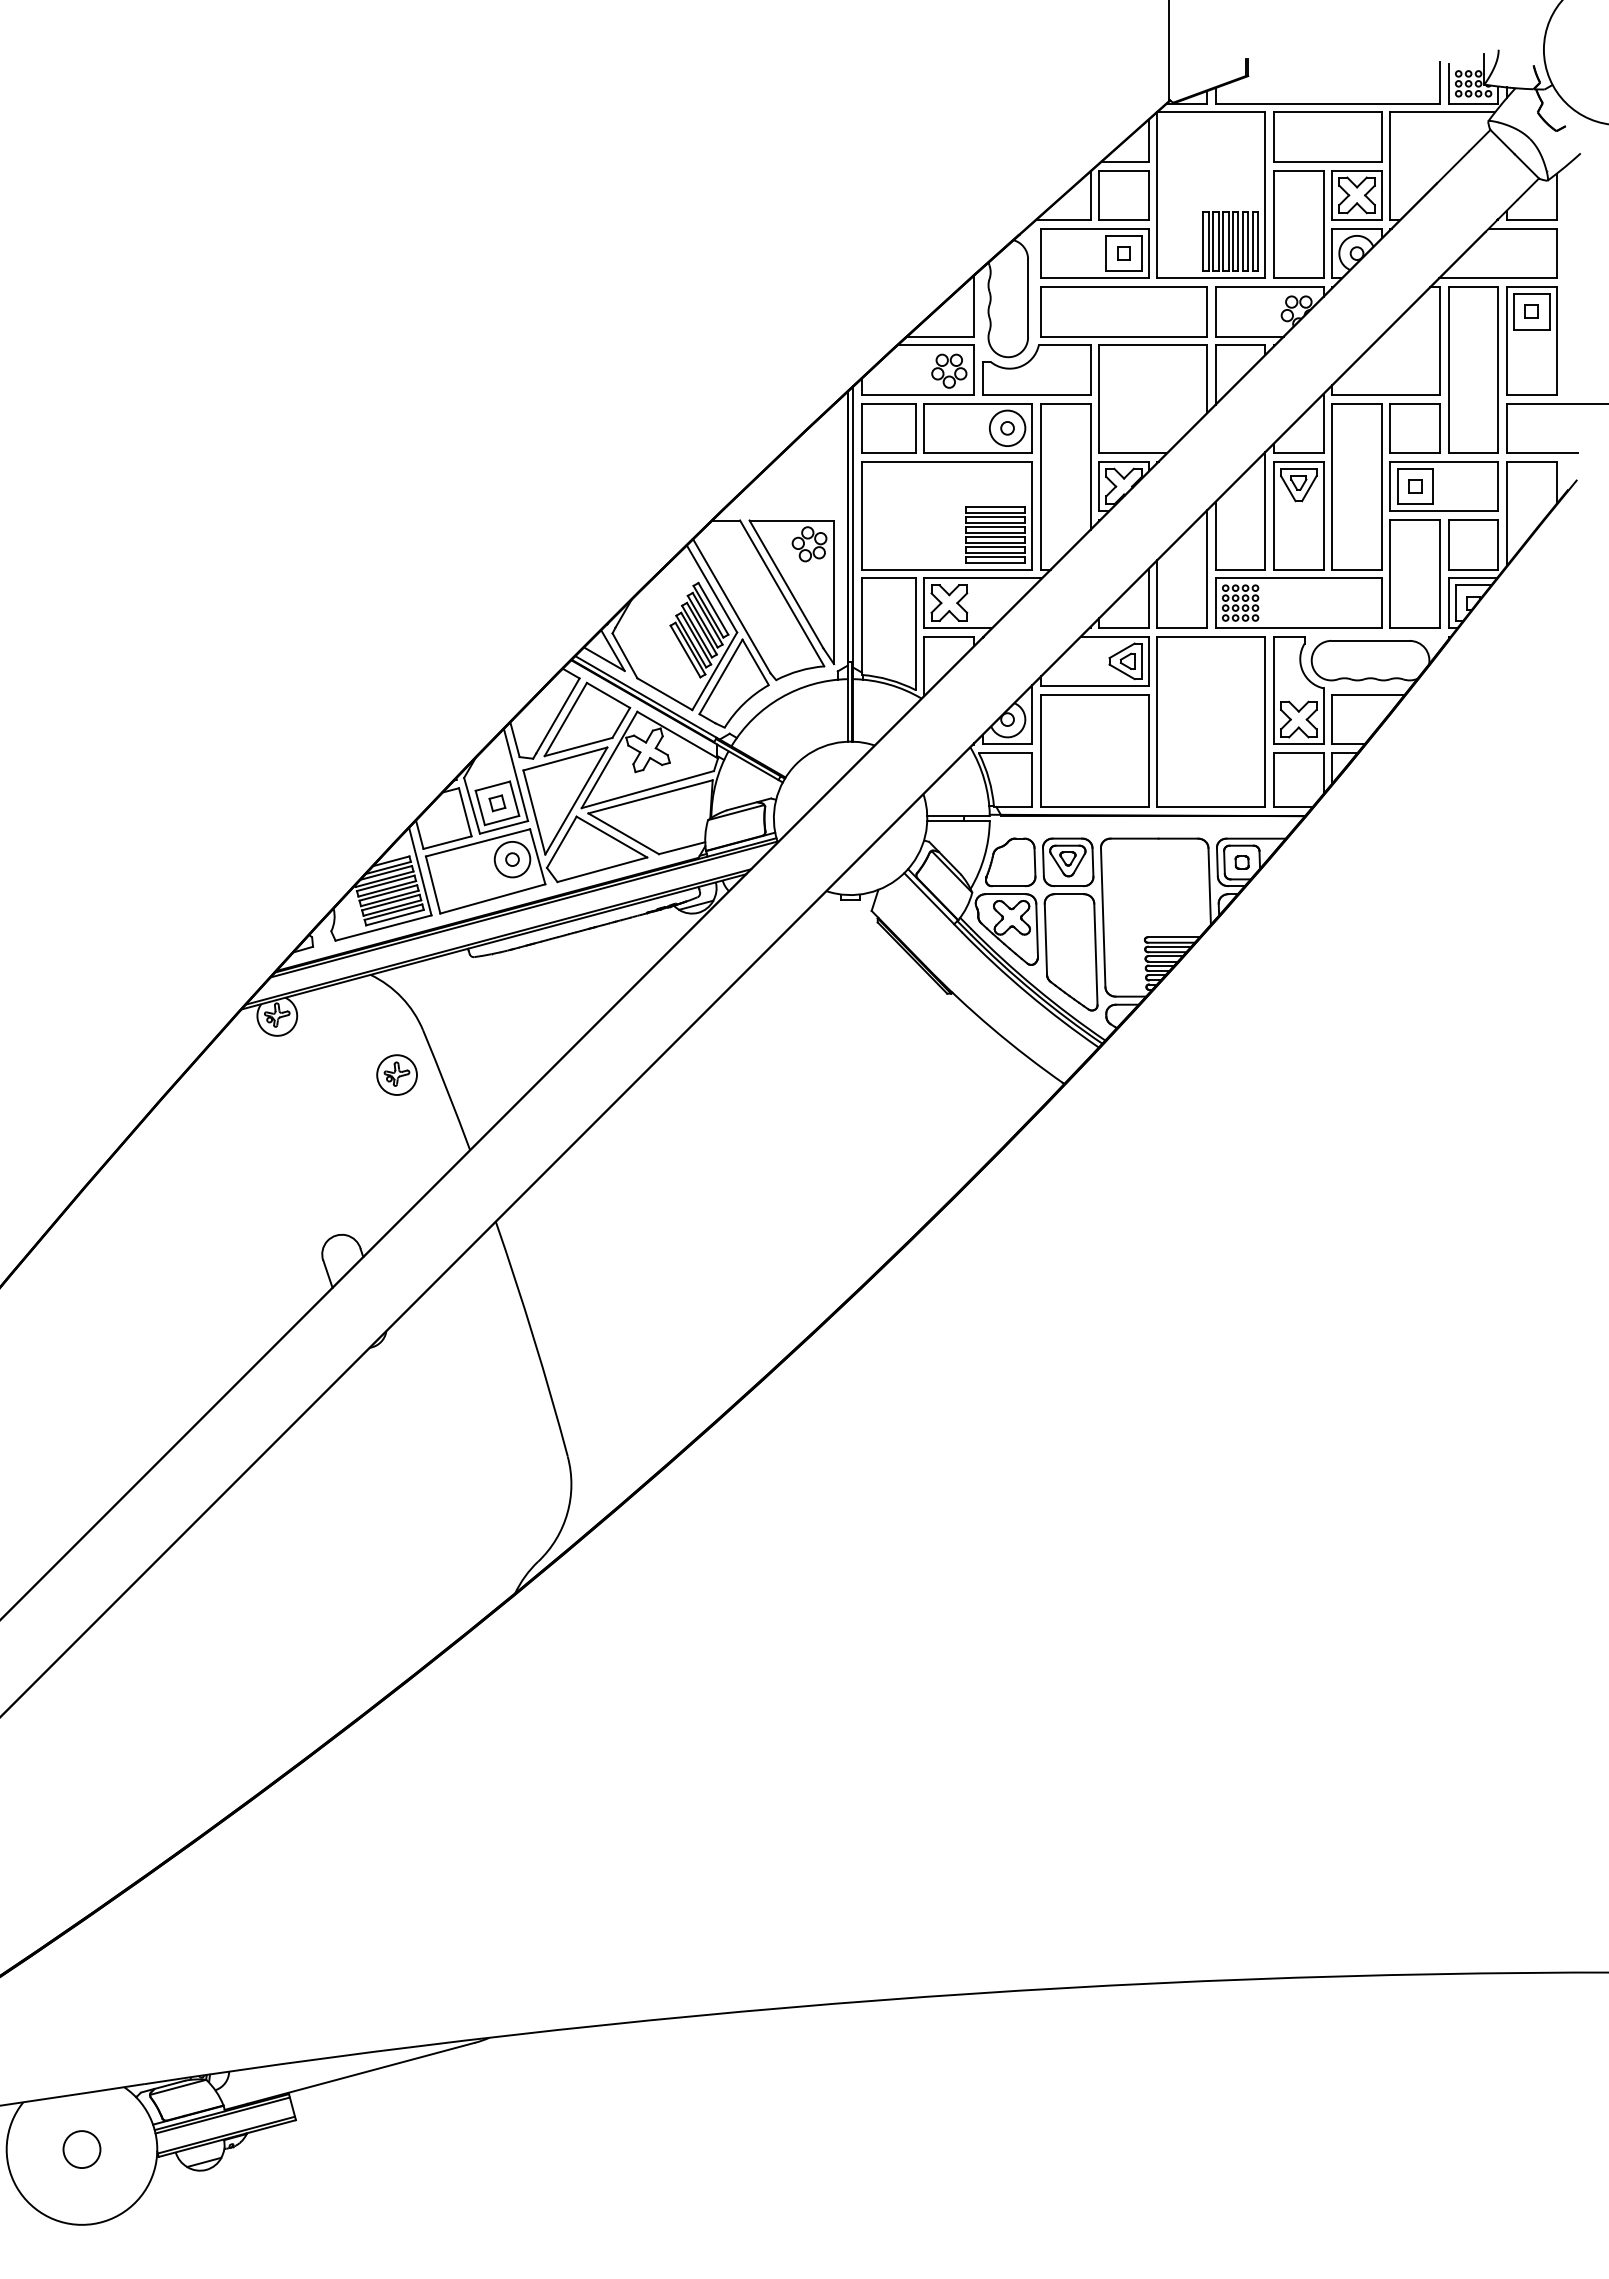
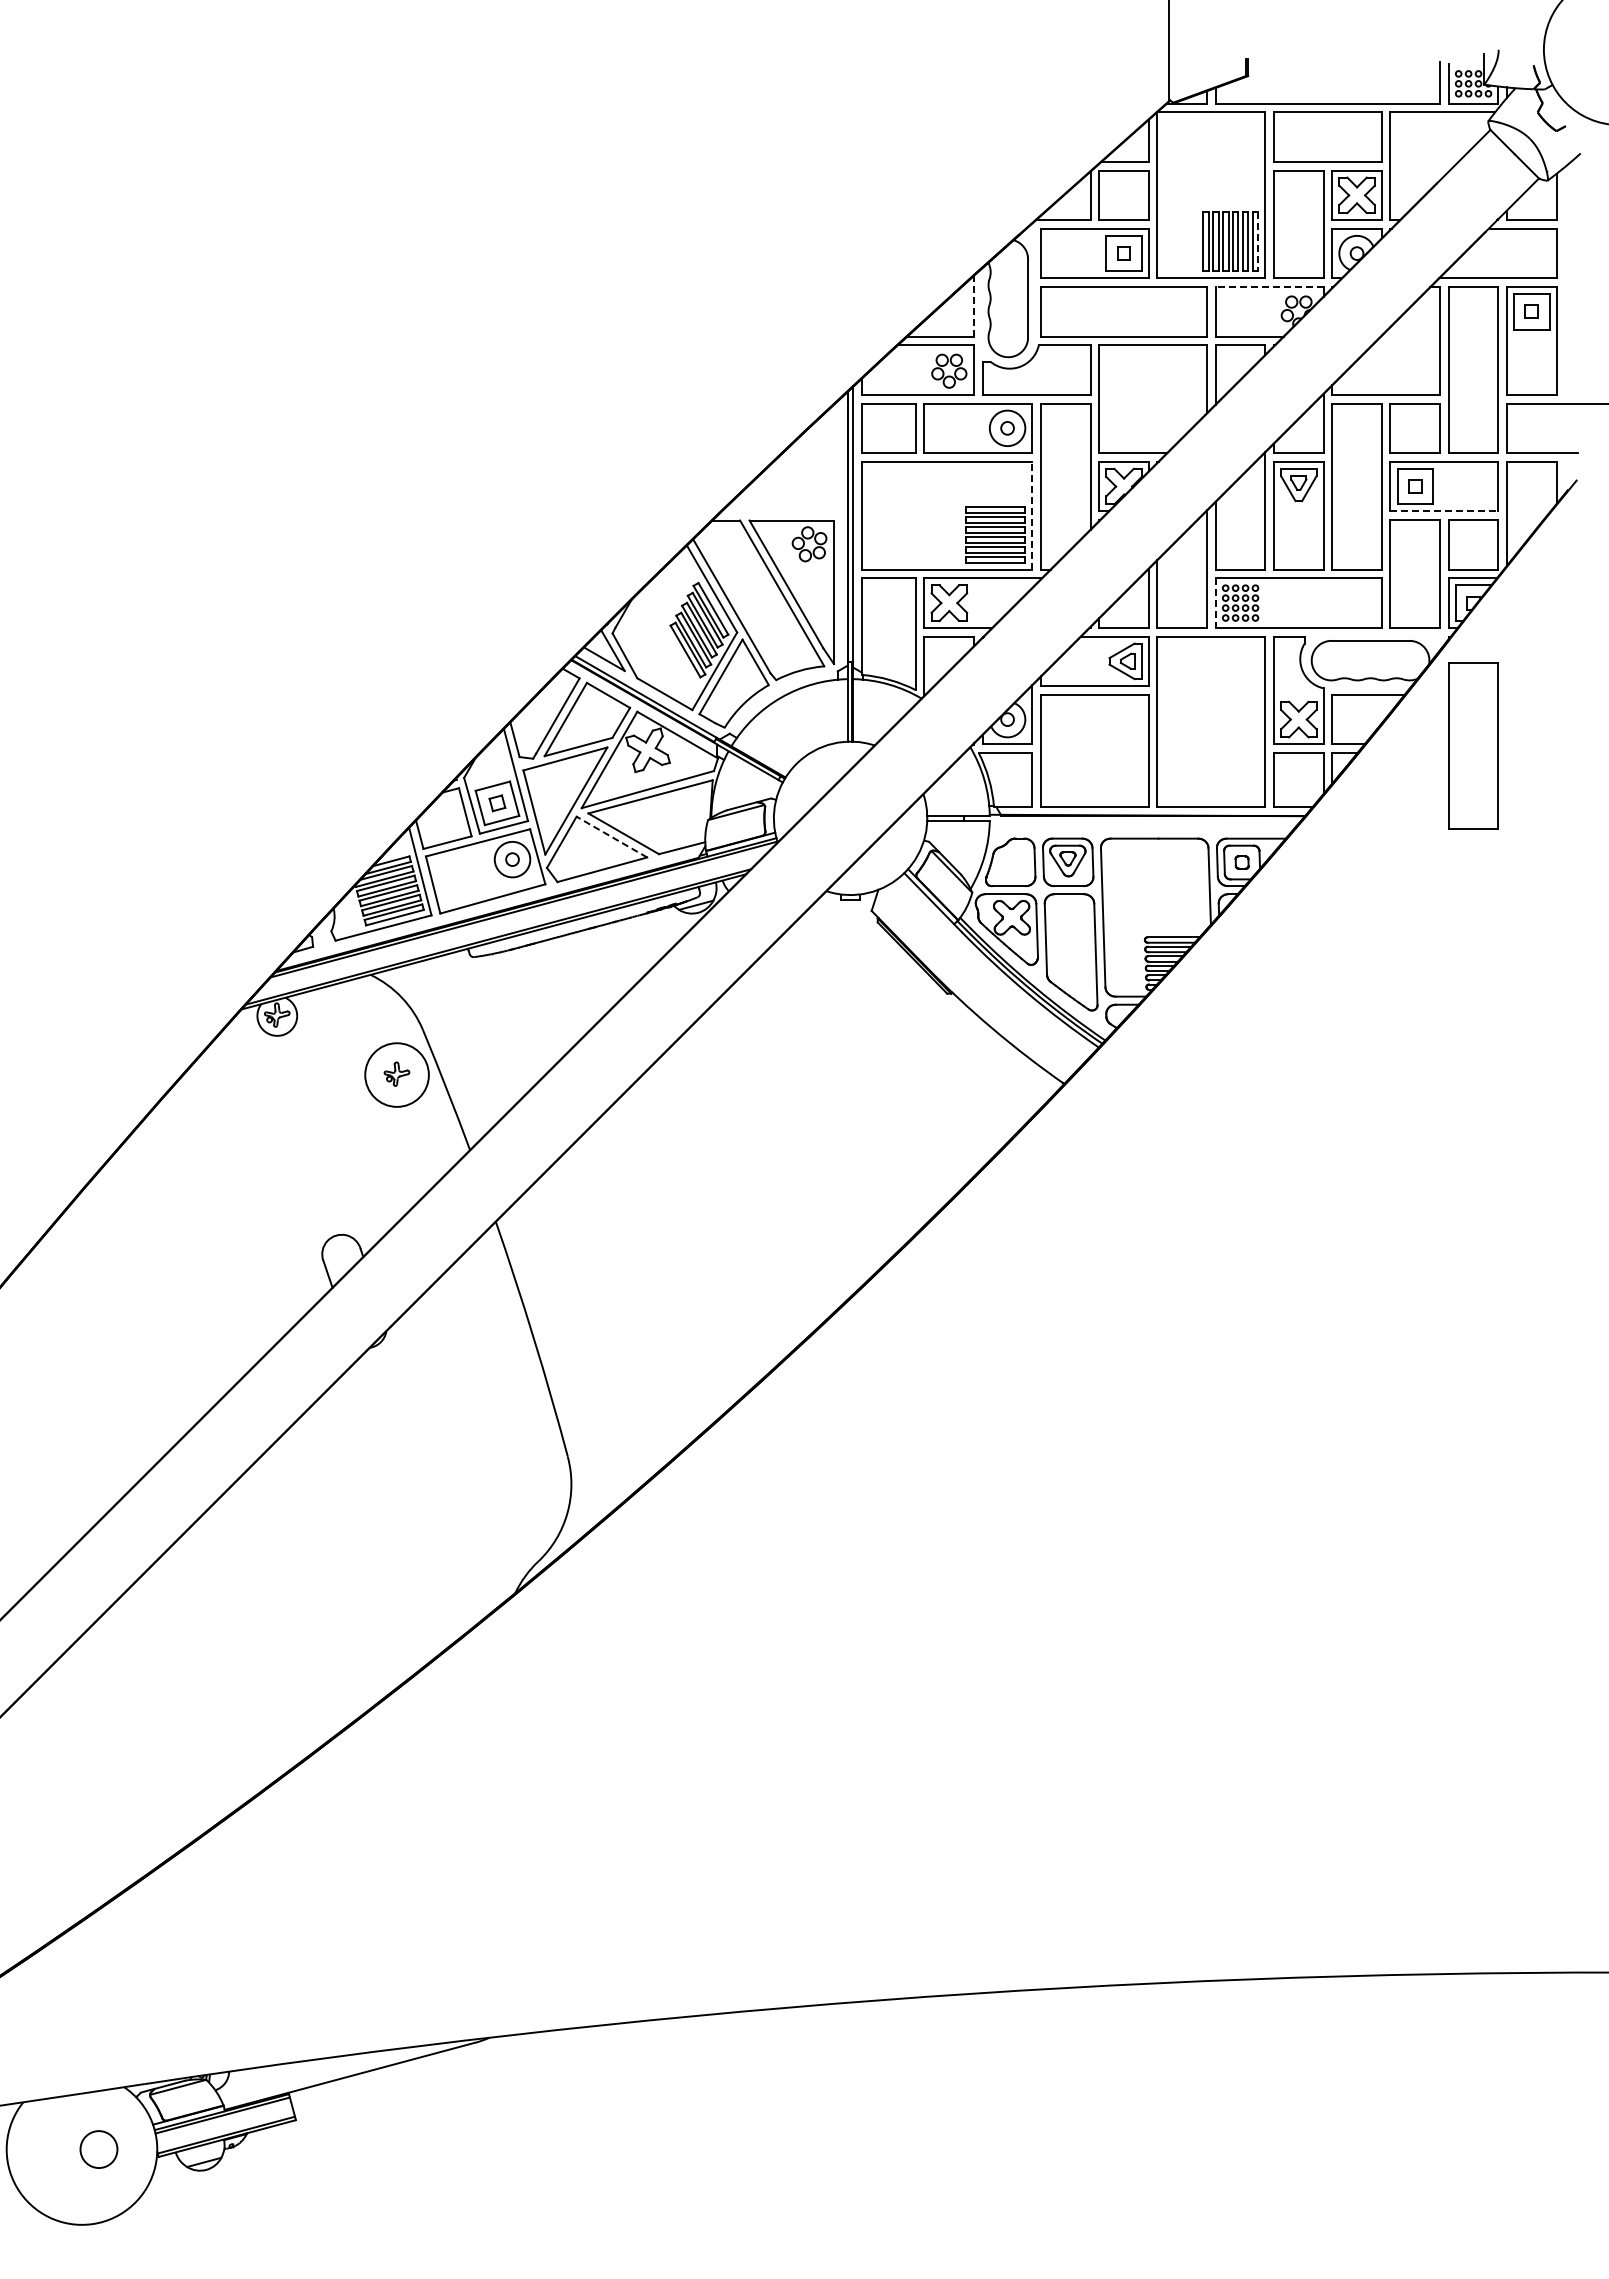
line at (1258, 241): solid -> dashed
line at (1269, 287): solid -> dashed
line at (974, 306): solid -> dashed
line at (1444, 511): solid -> dashed
line at (1032, 515): solid -> dashed
line at (1215, 603): solid -> dashed
part at (1473, 745): none -> present
line at (611, 837): solid -> dashed
circle at (396, 1074) diameter: 40 px -> 64 px
circle at (81, 2149) position: (81, 2149) -> (98, 2149)
